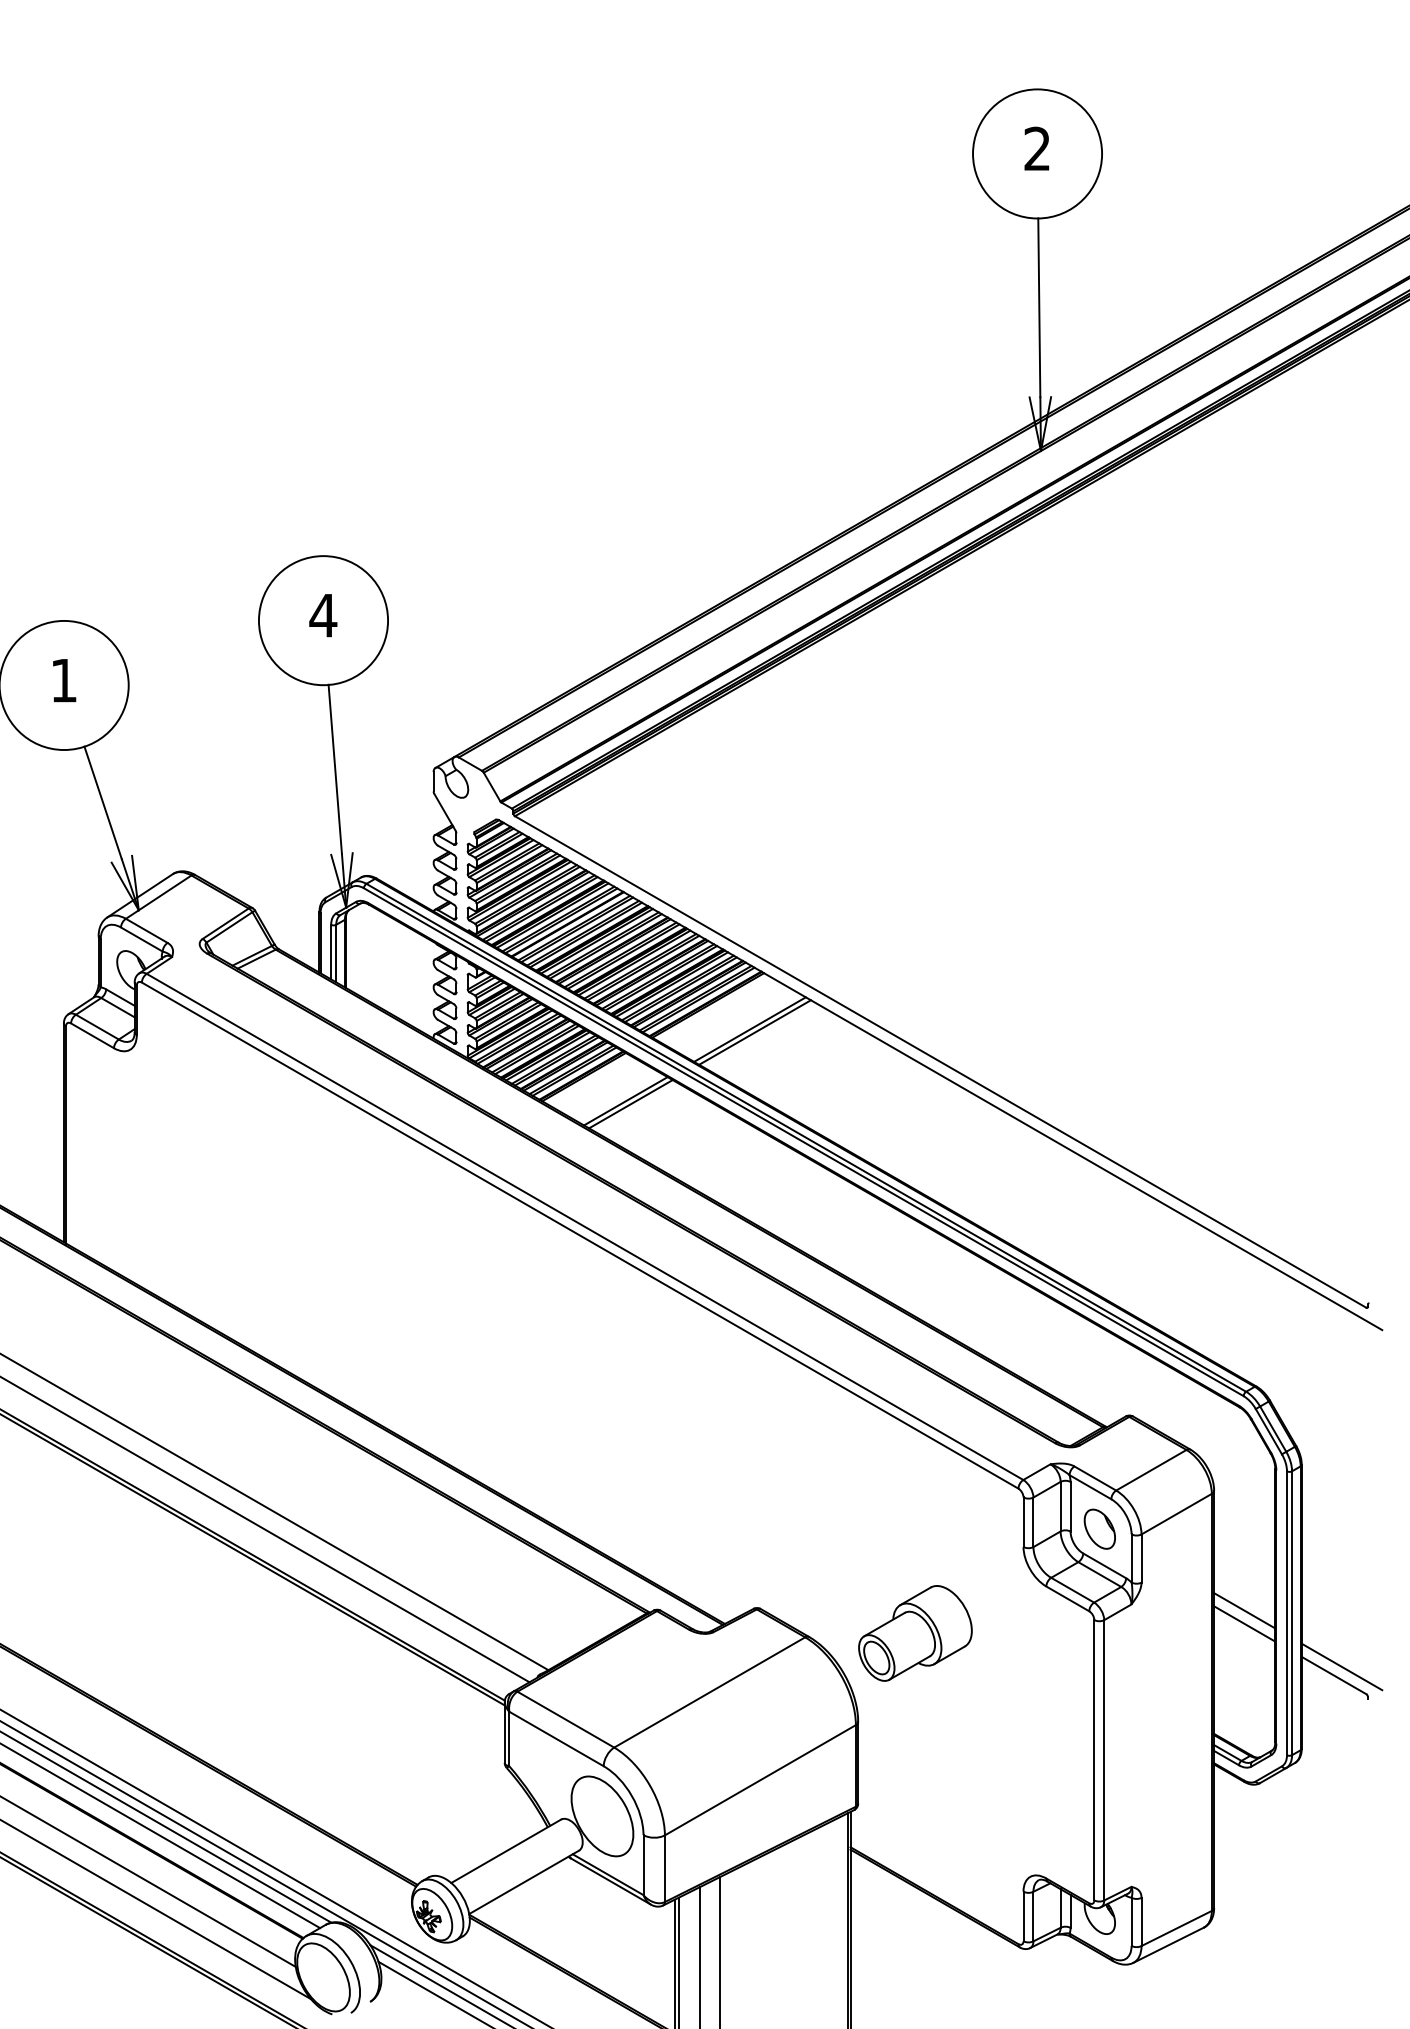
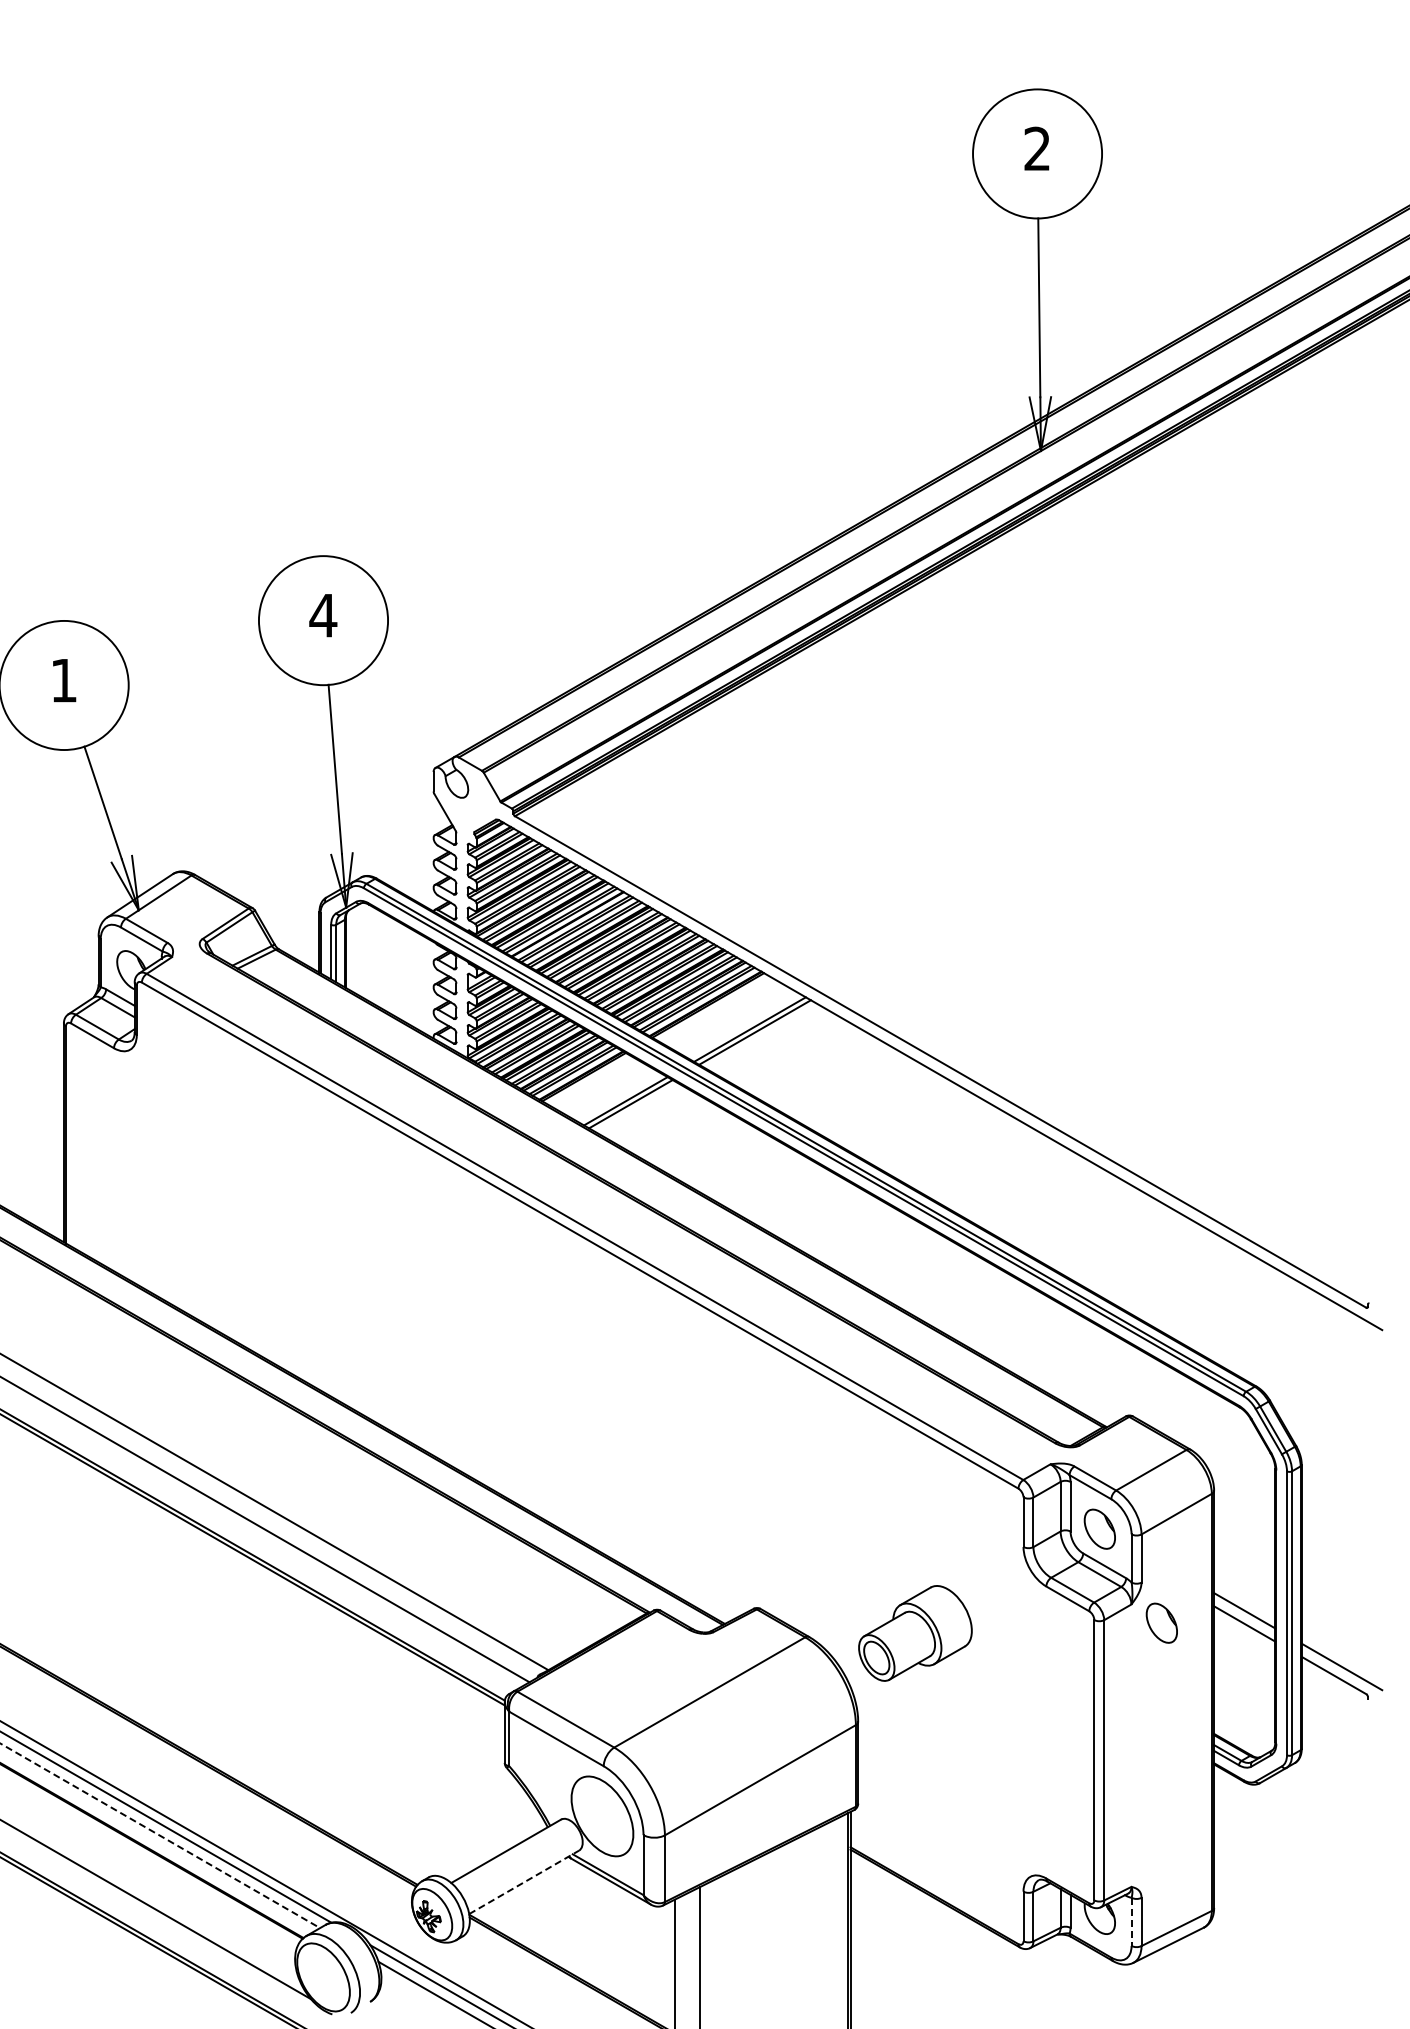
part at (1161, 1622): none -> present
line at (160, 1836): solid -> dashed
line at (275, 1867): present -> none
line at (148, 1881): present -> none
line at (524, 1882): solid -> dashed
line at (1131, 1922): solid -> dashed
line at (719, 1951): present -> none
line at (678, 1961): present -> none
